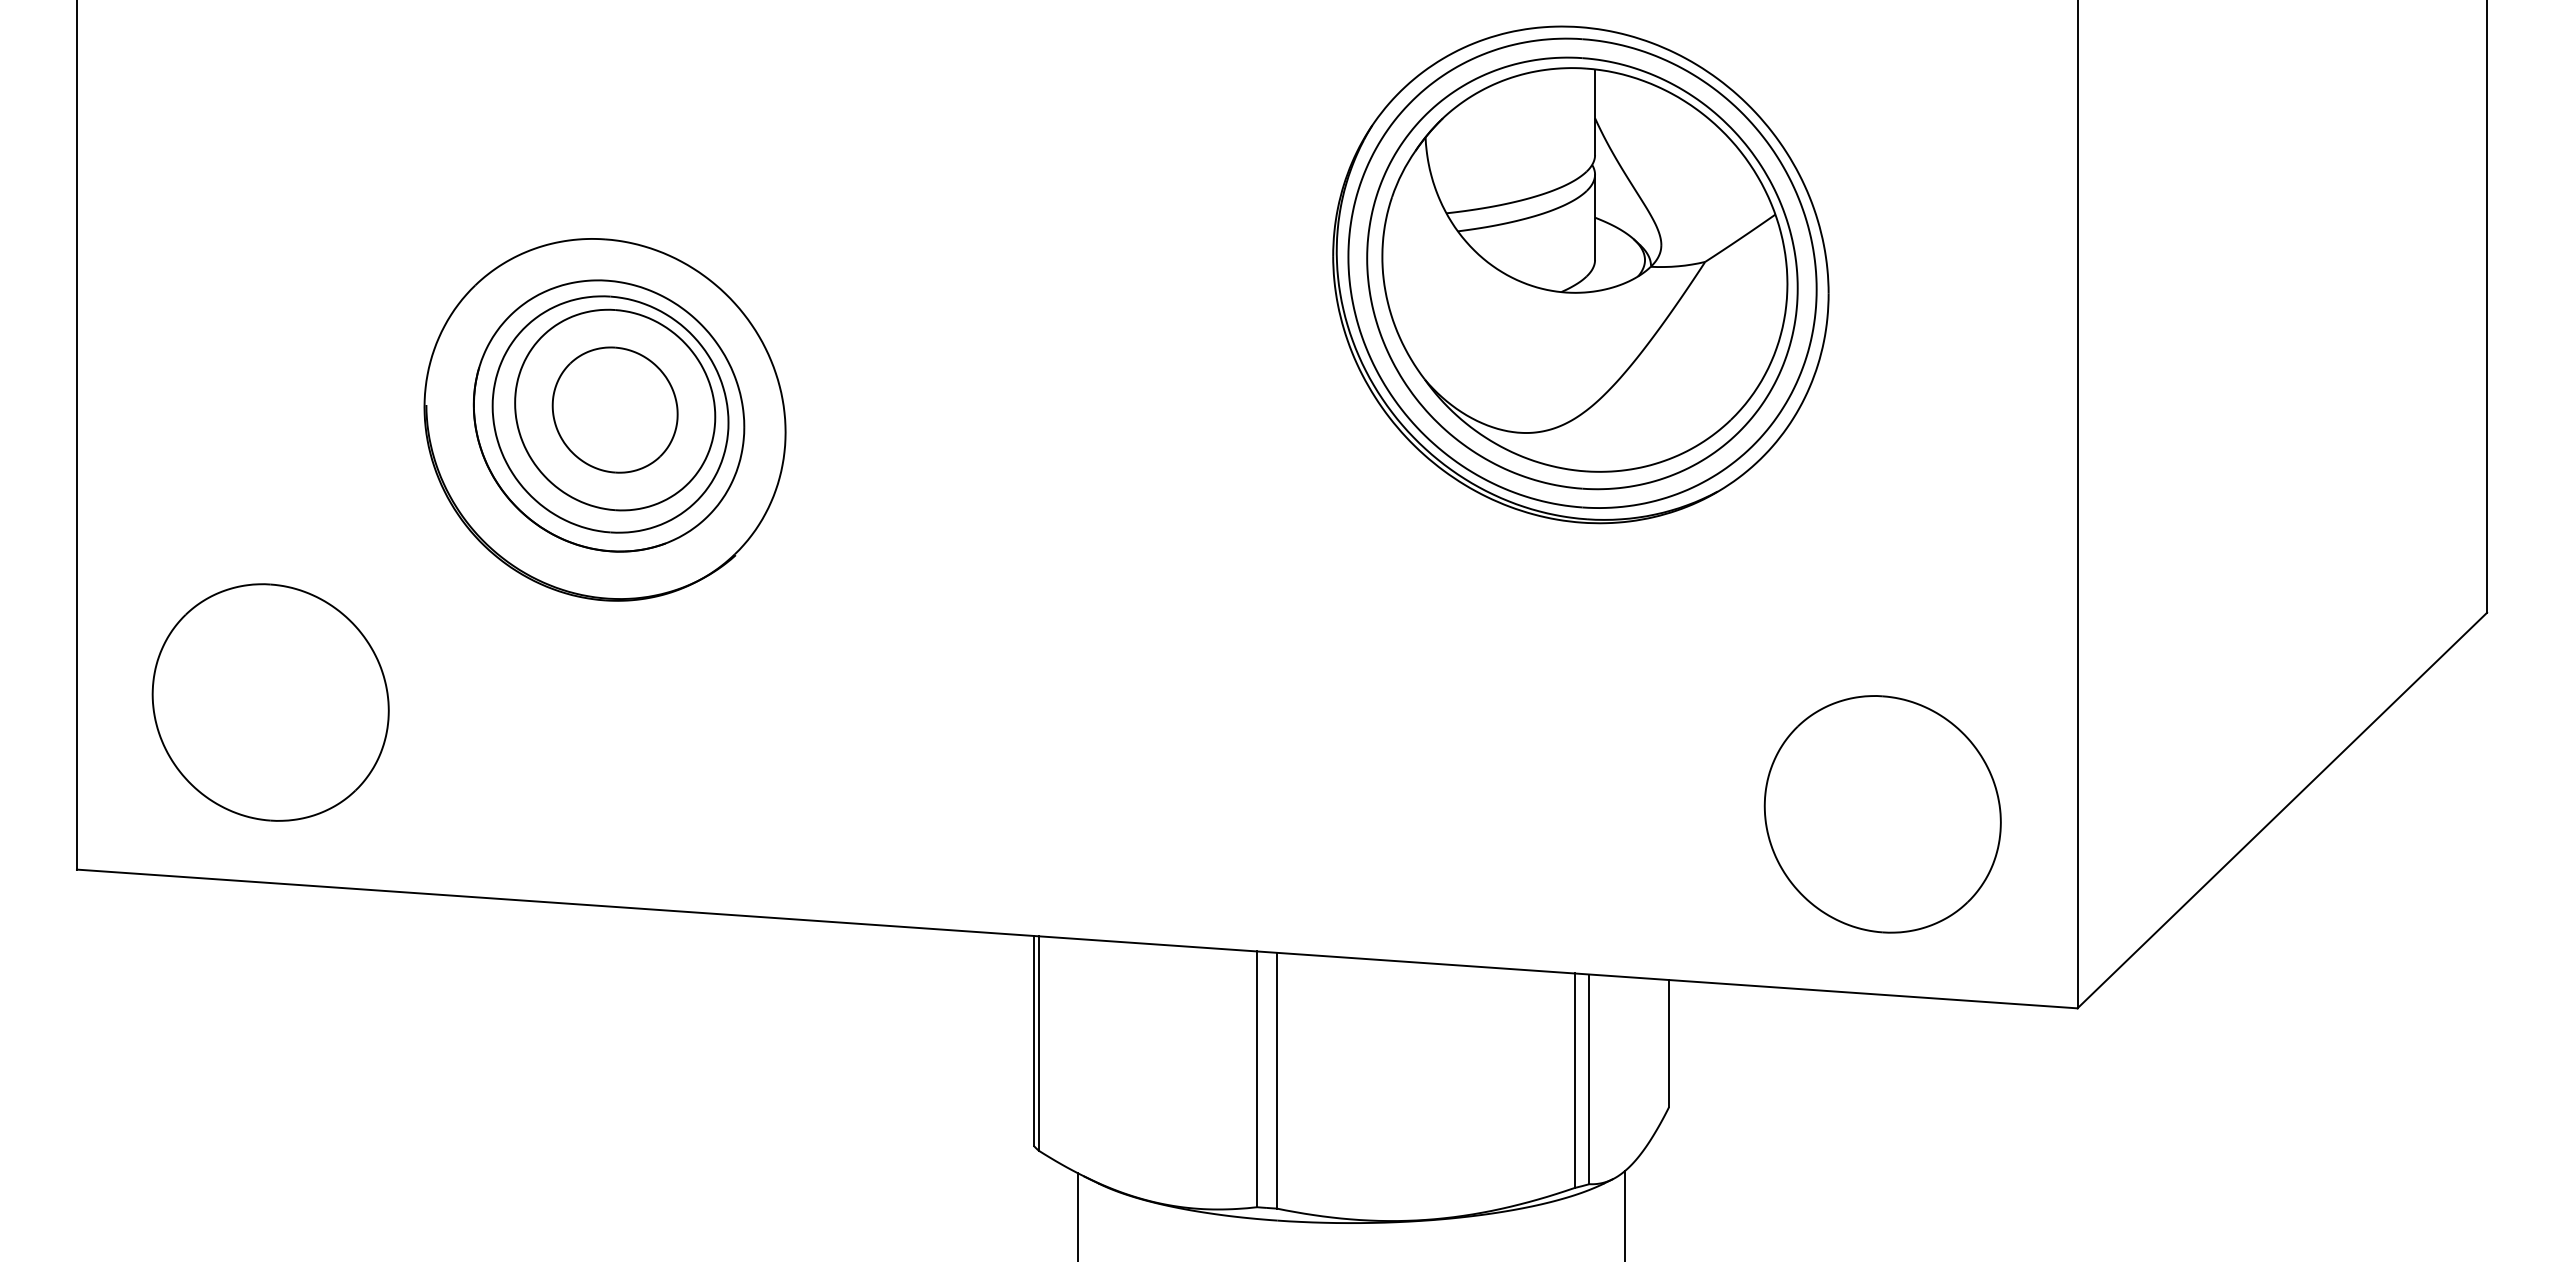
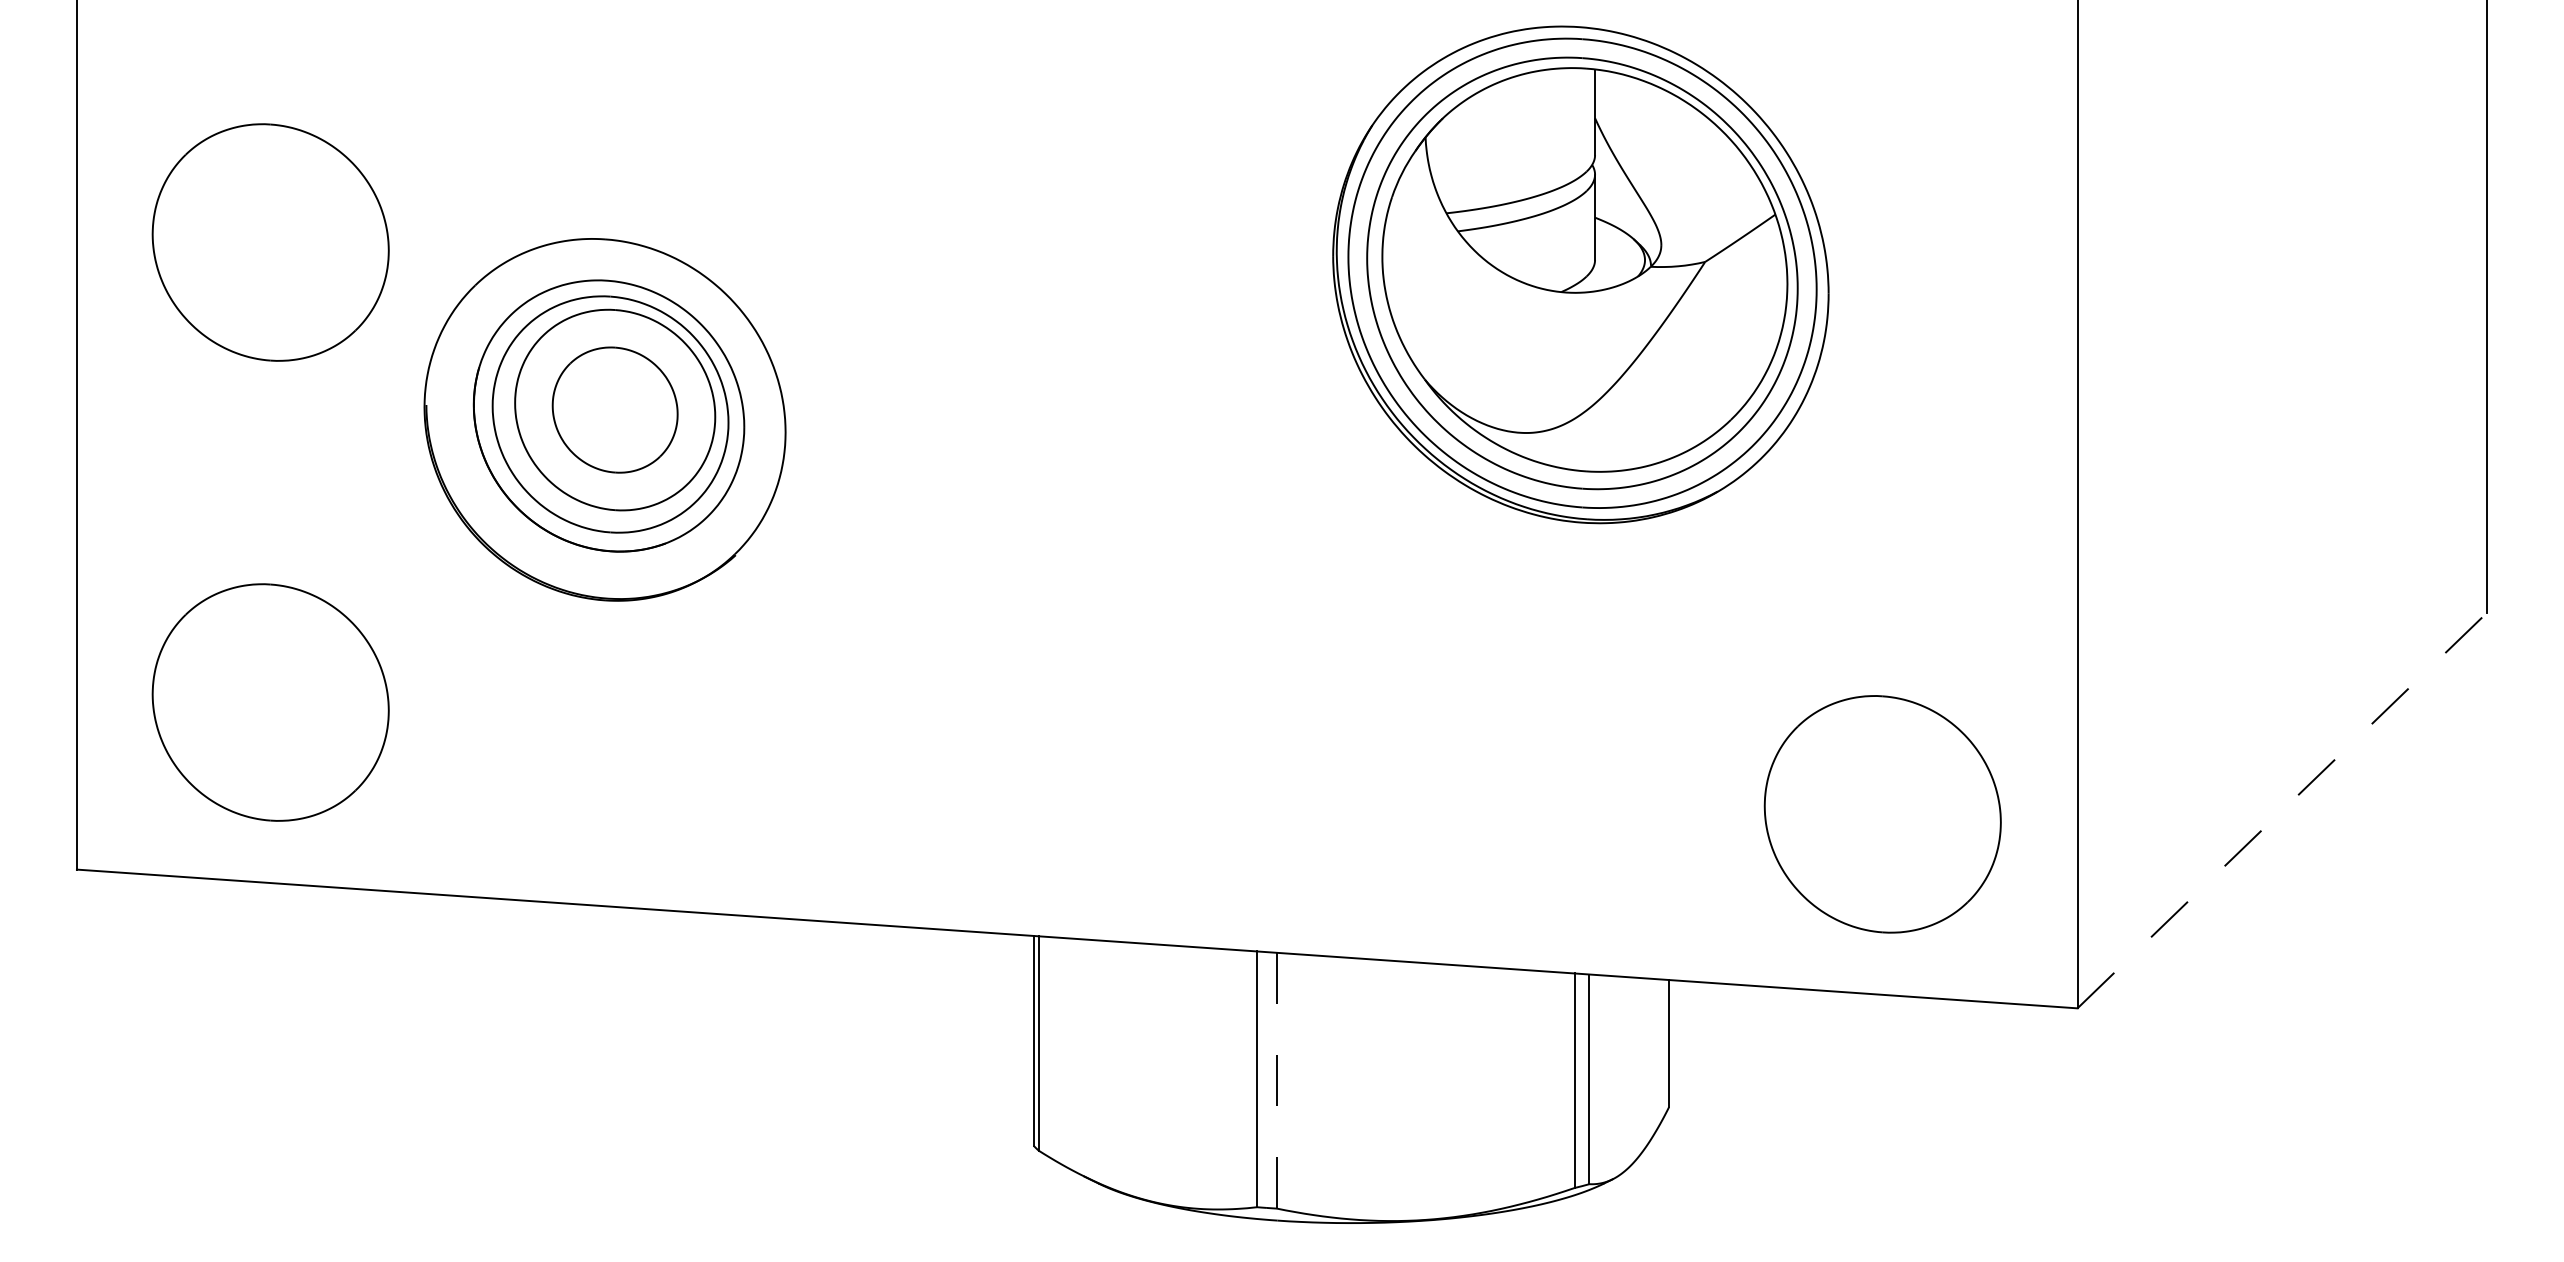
part at (270, 242): none -> present
line at (2282, 810): solid -> dashed
line at (1276, 1080): solid -> dashed
line at (1624, 1214): present -> none
line at (1077, 1215): present -> none
